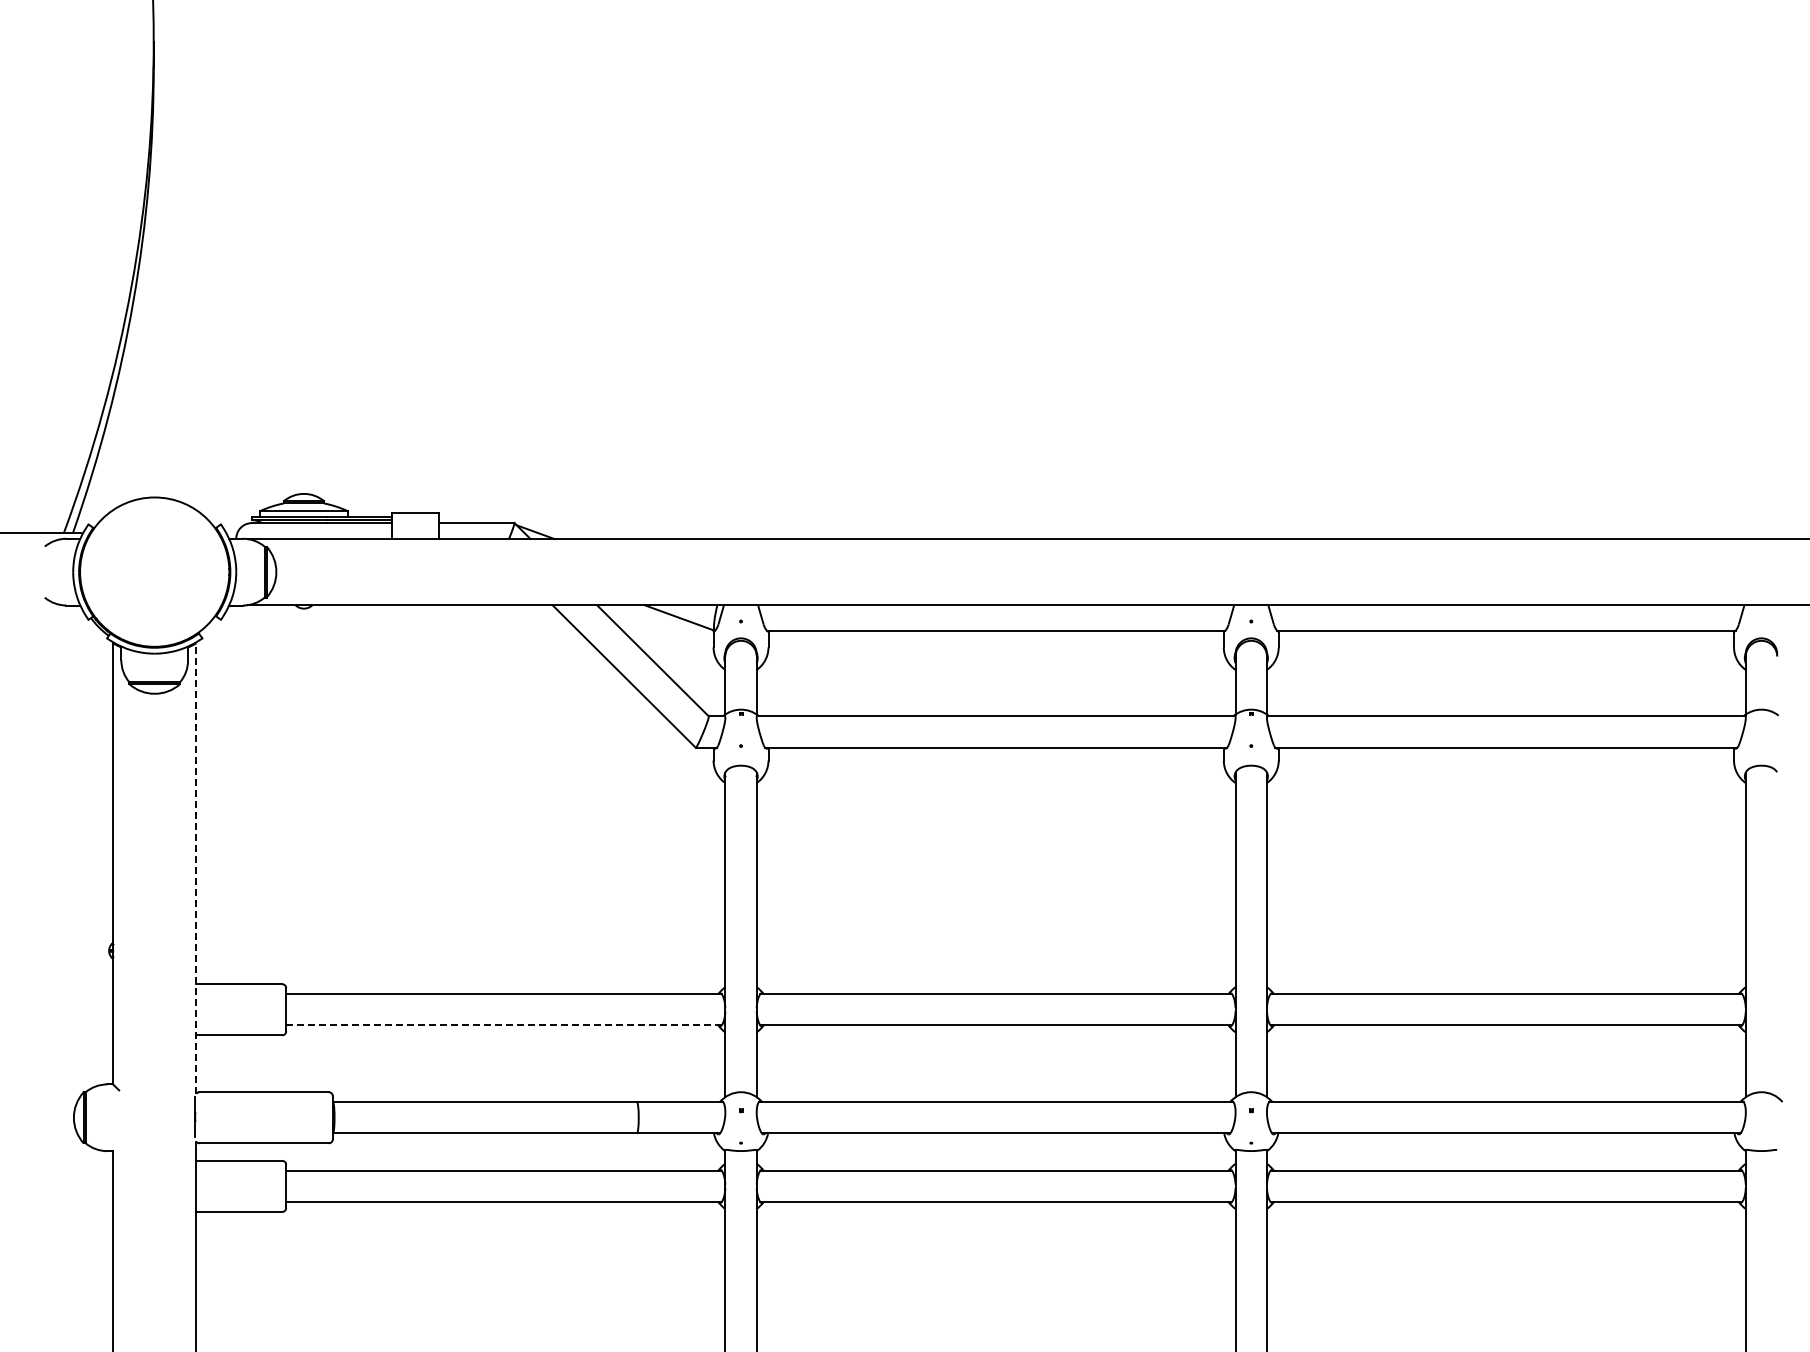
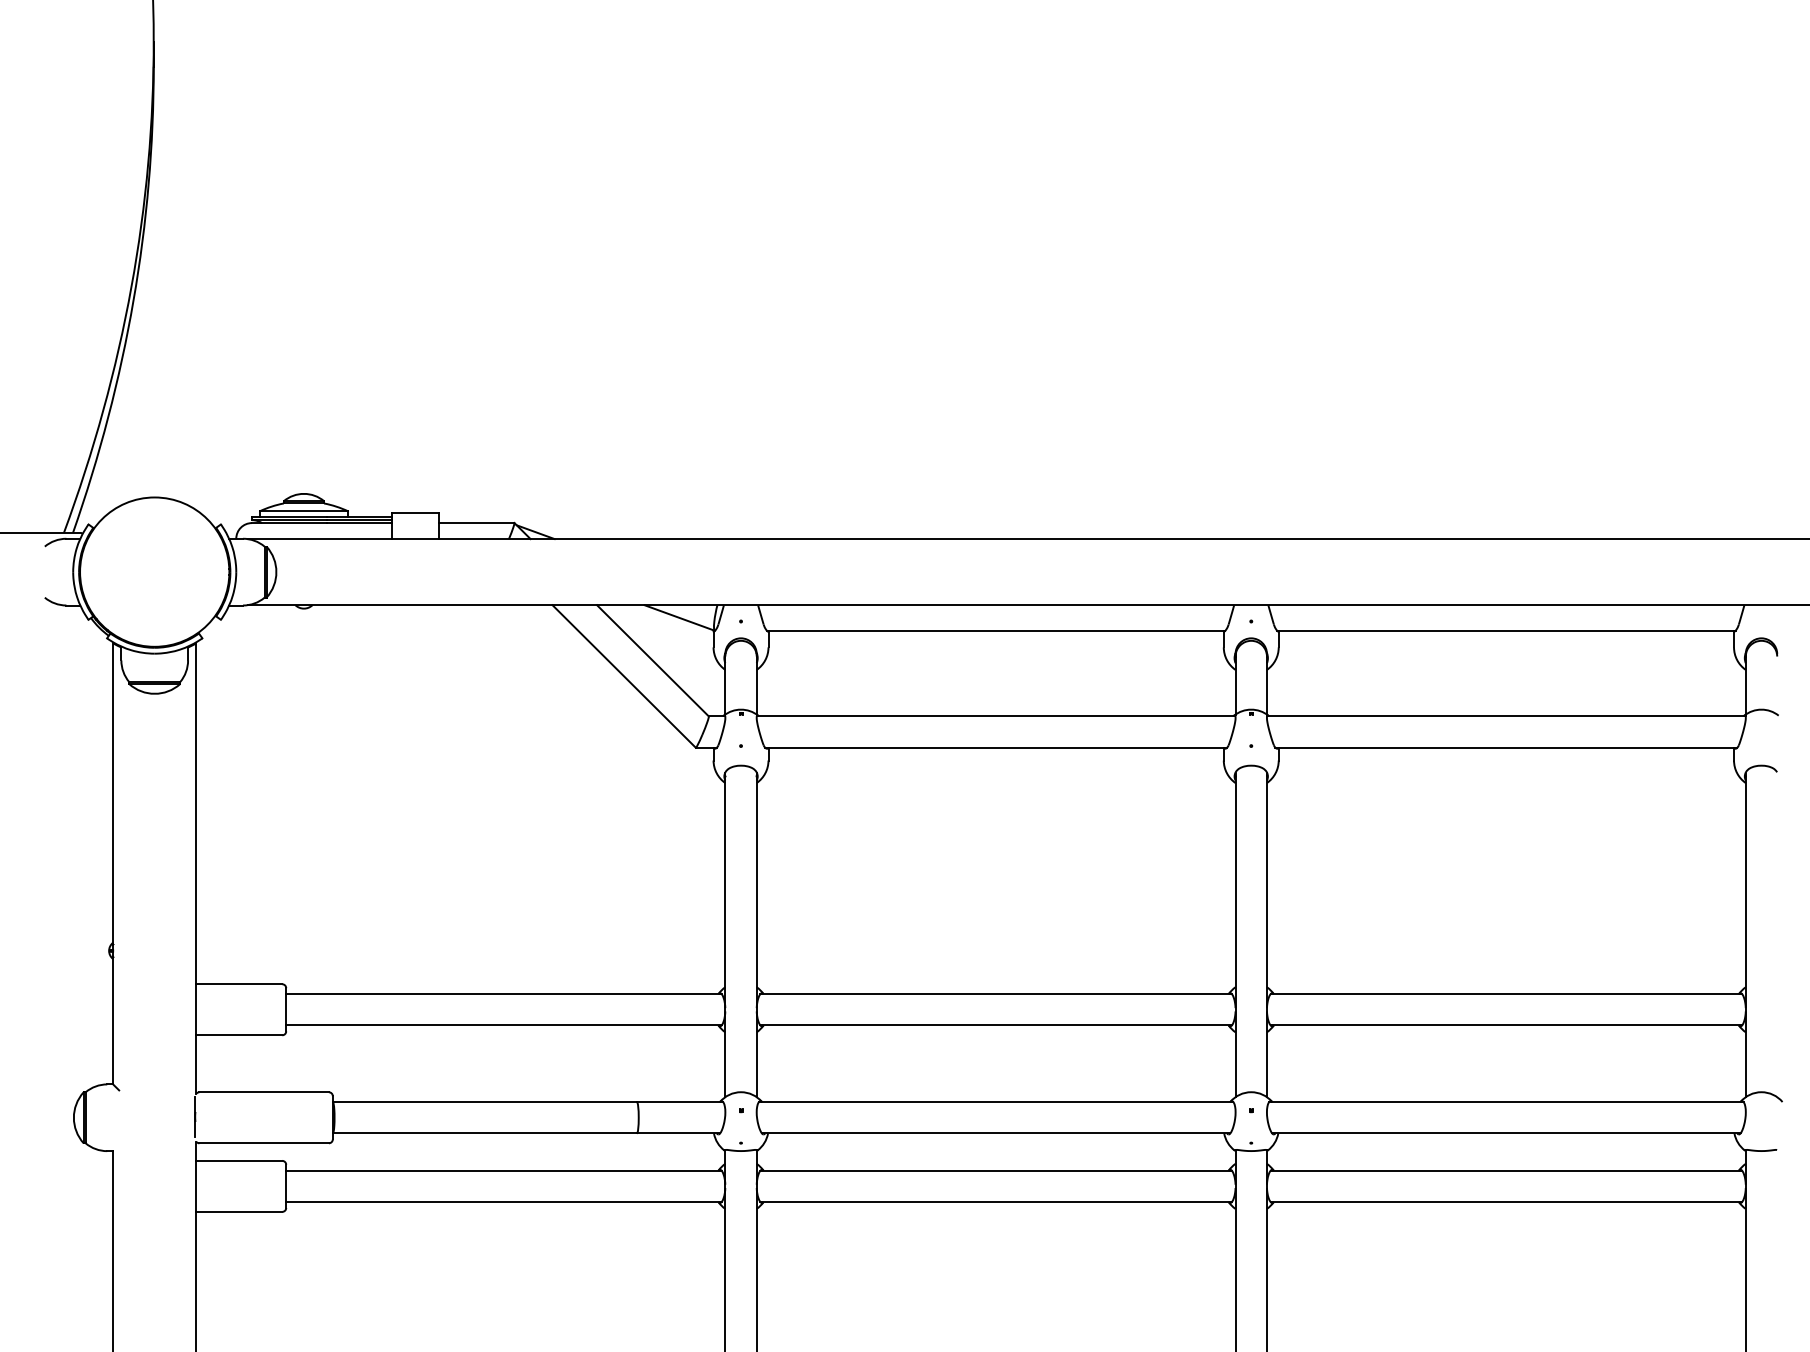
line at (196, 868): dashed -> solid
line at (503, 1025): dashed -> solid
